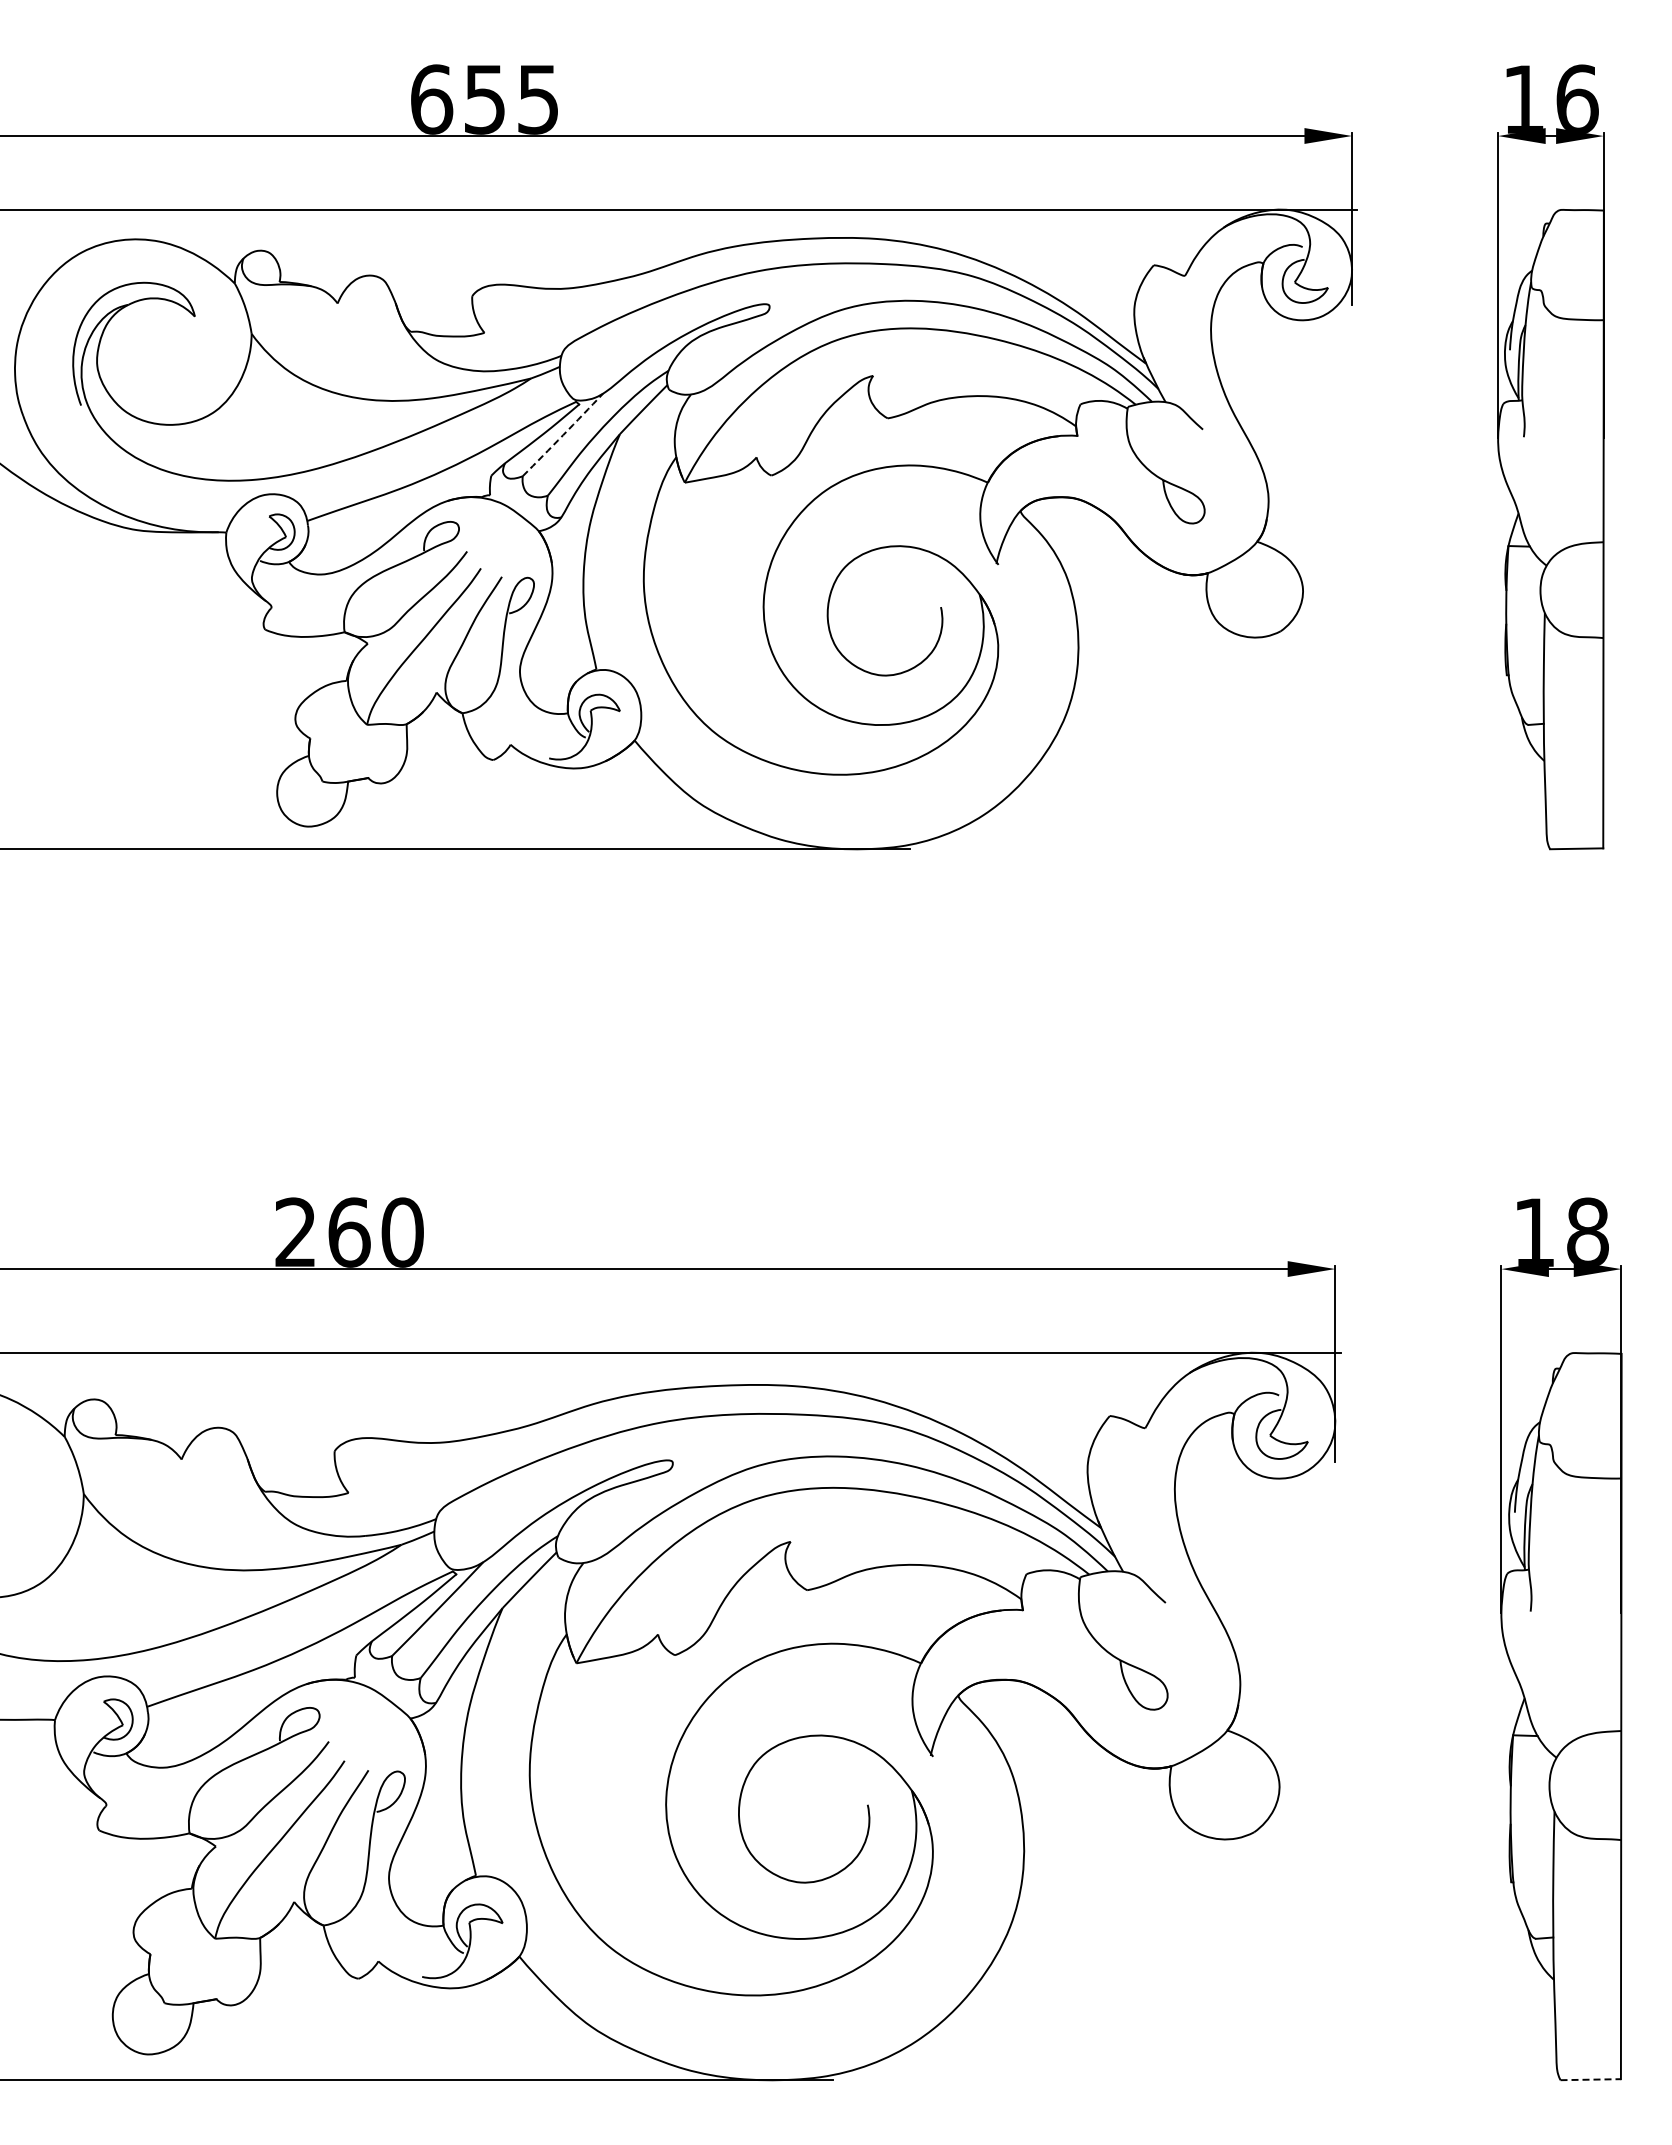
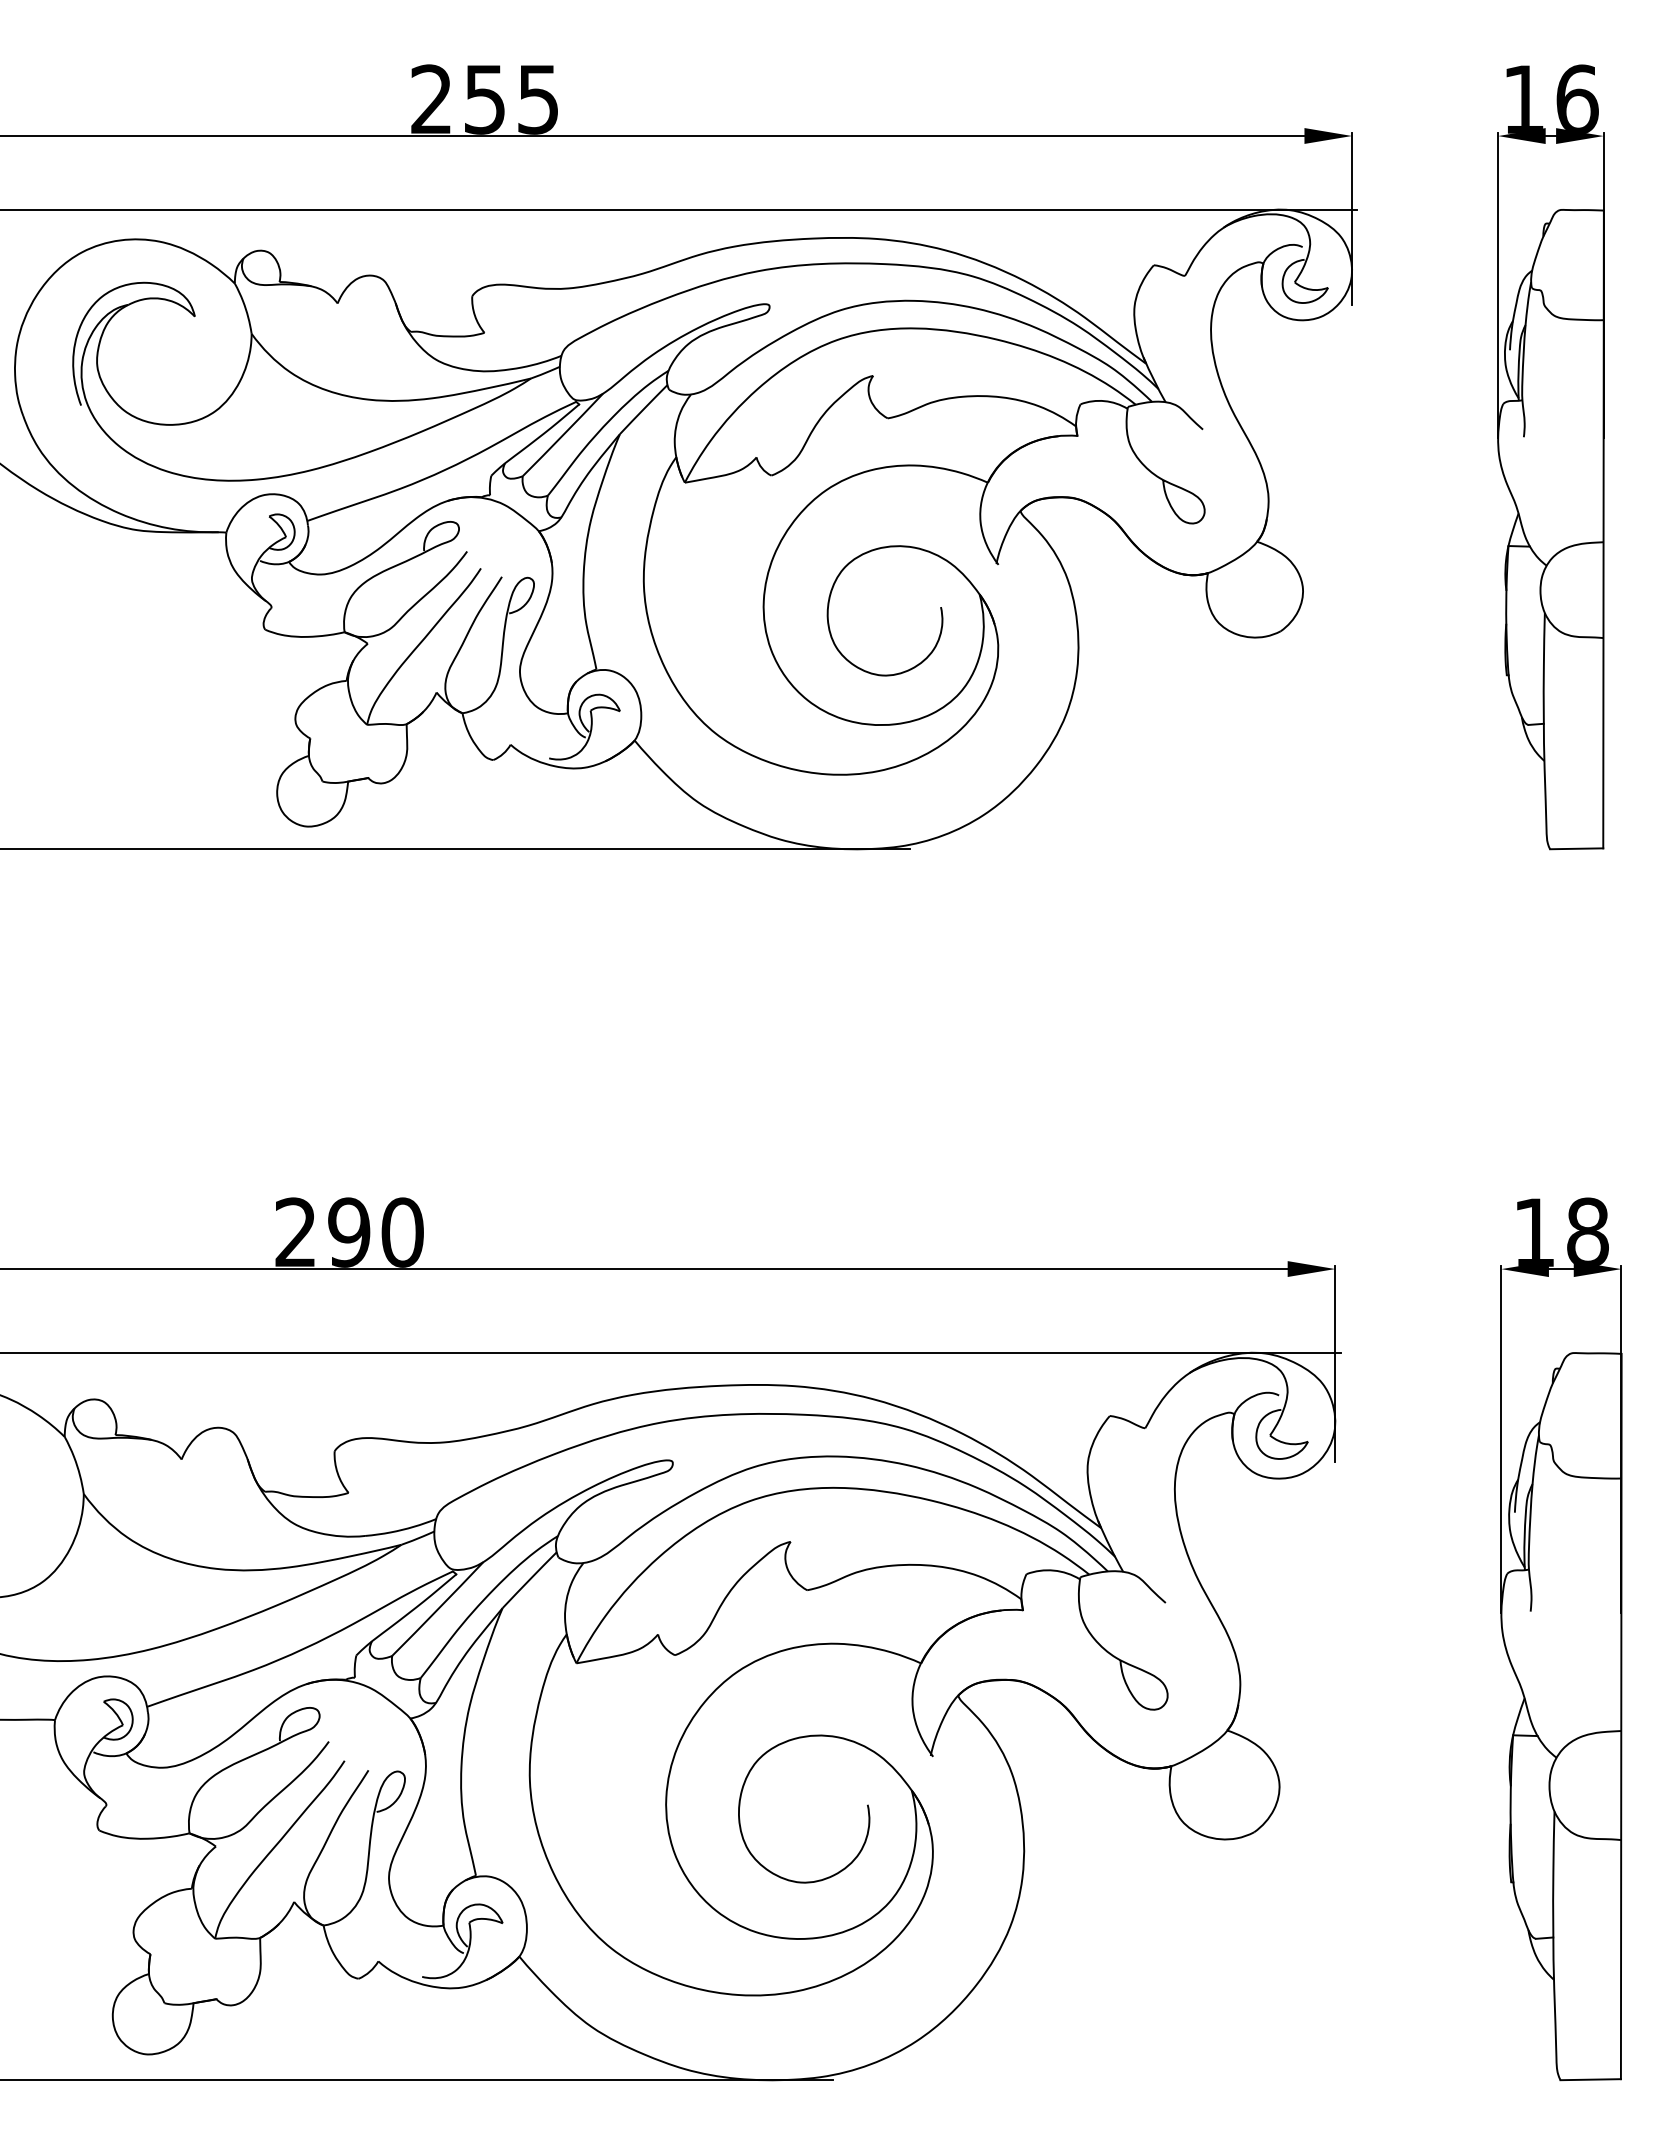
text at (432, 99): 655 -> 255
arc at (563, 435): dashed -> solid
text at (349, 1232): 260 -> 290
line at (1591, 2079): dashed -> solid
